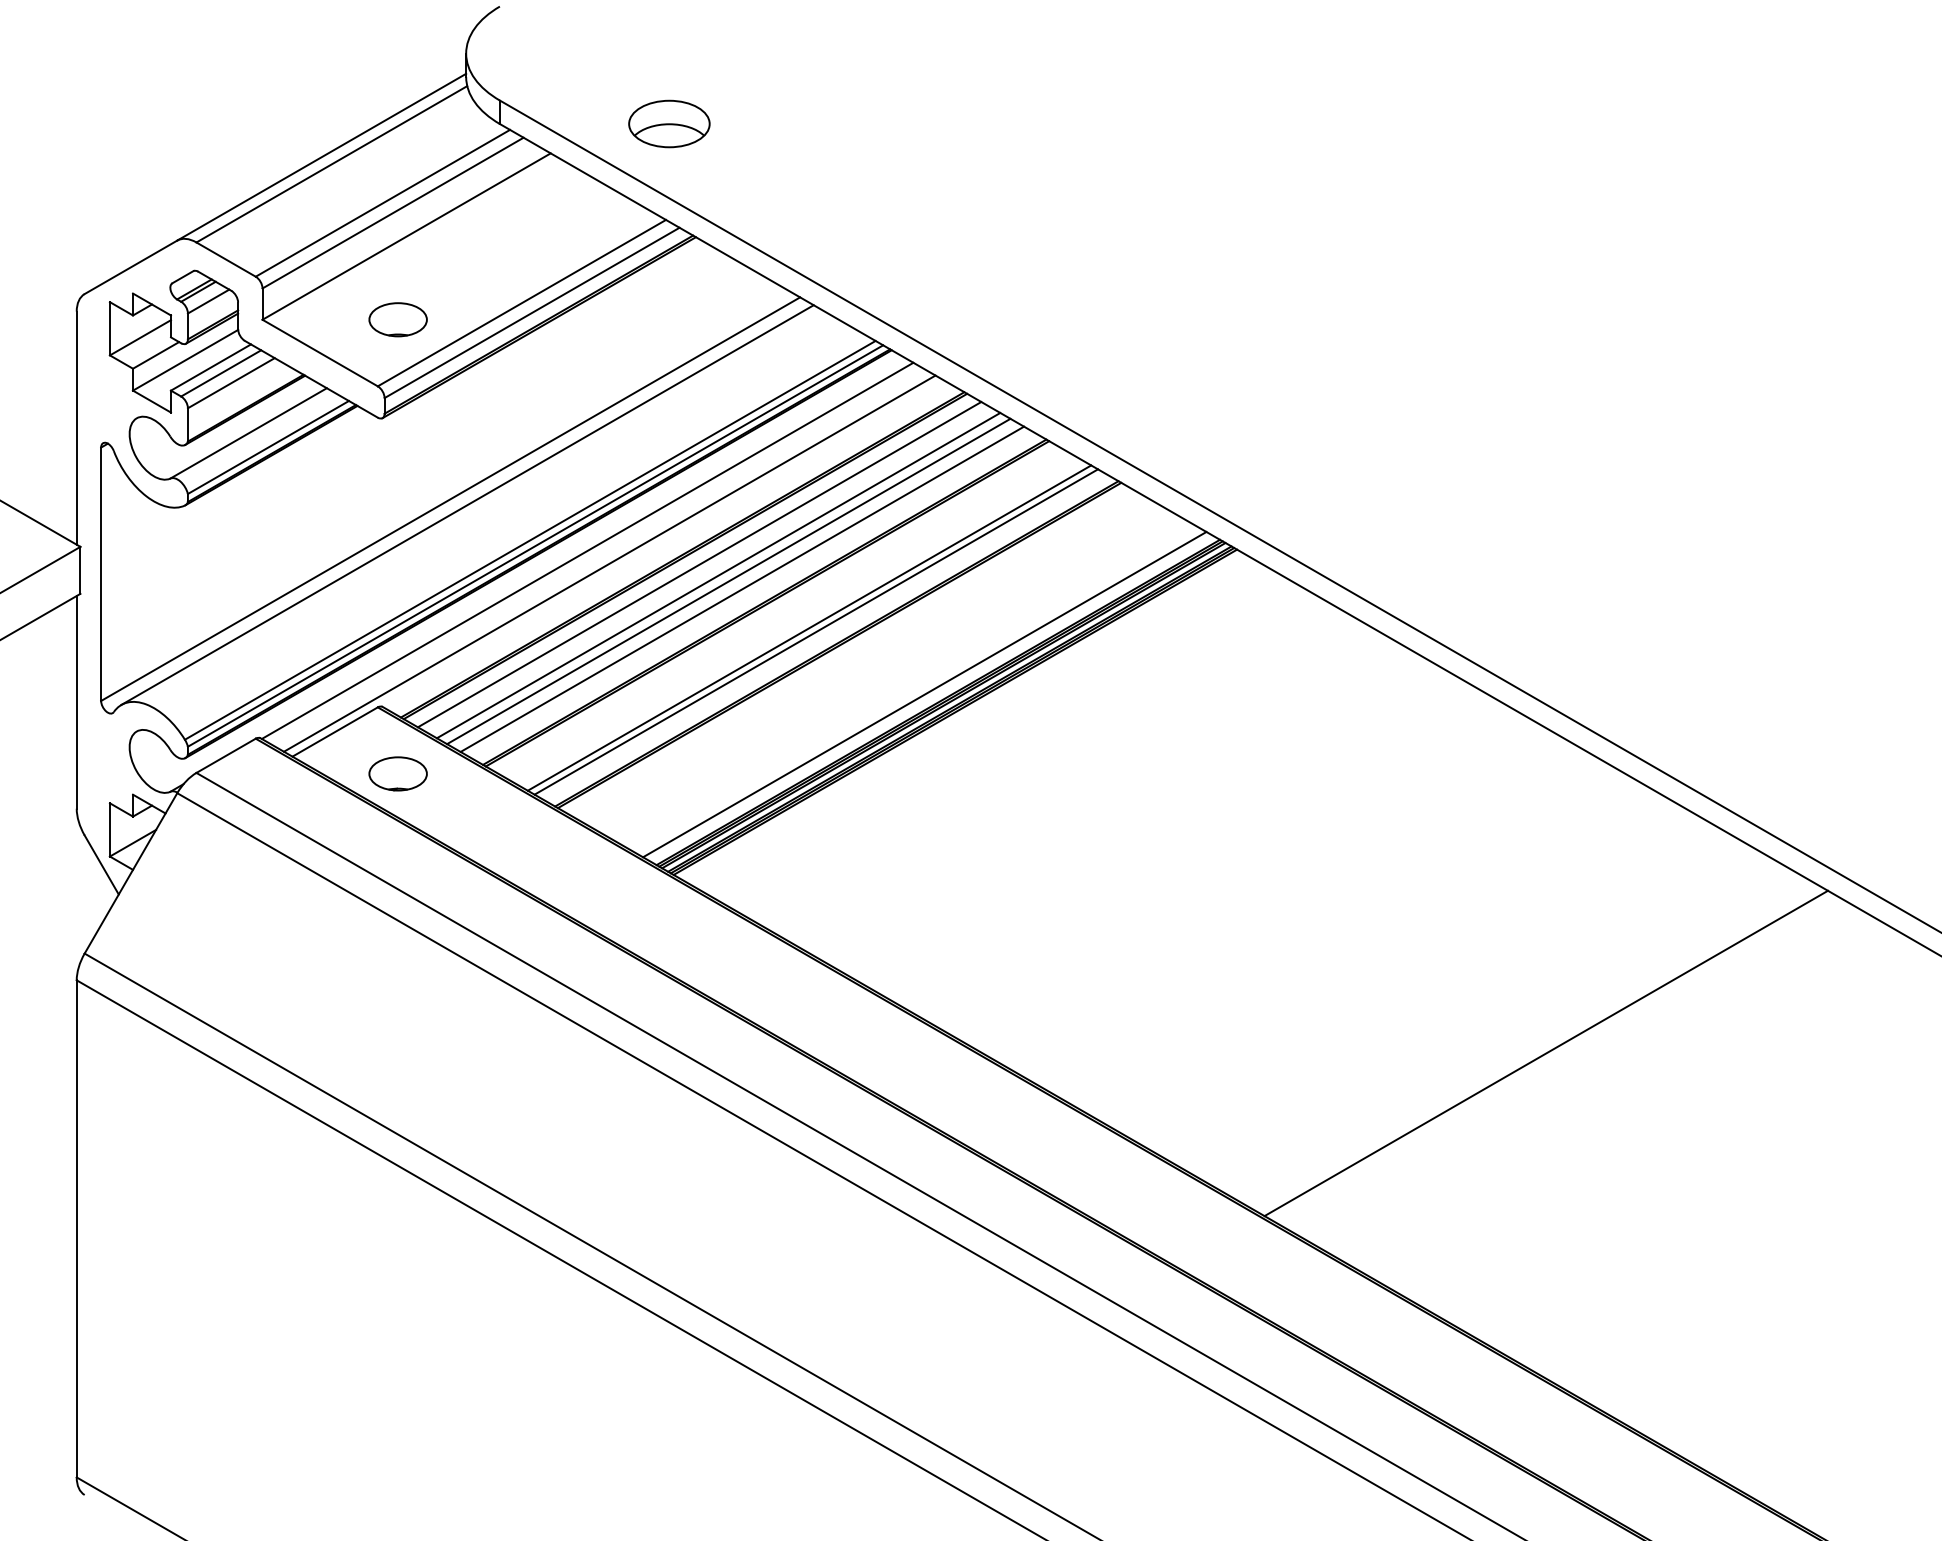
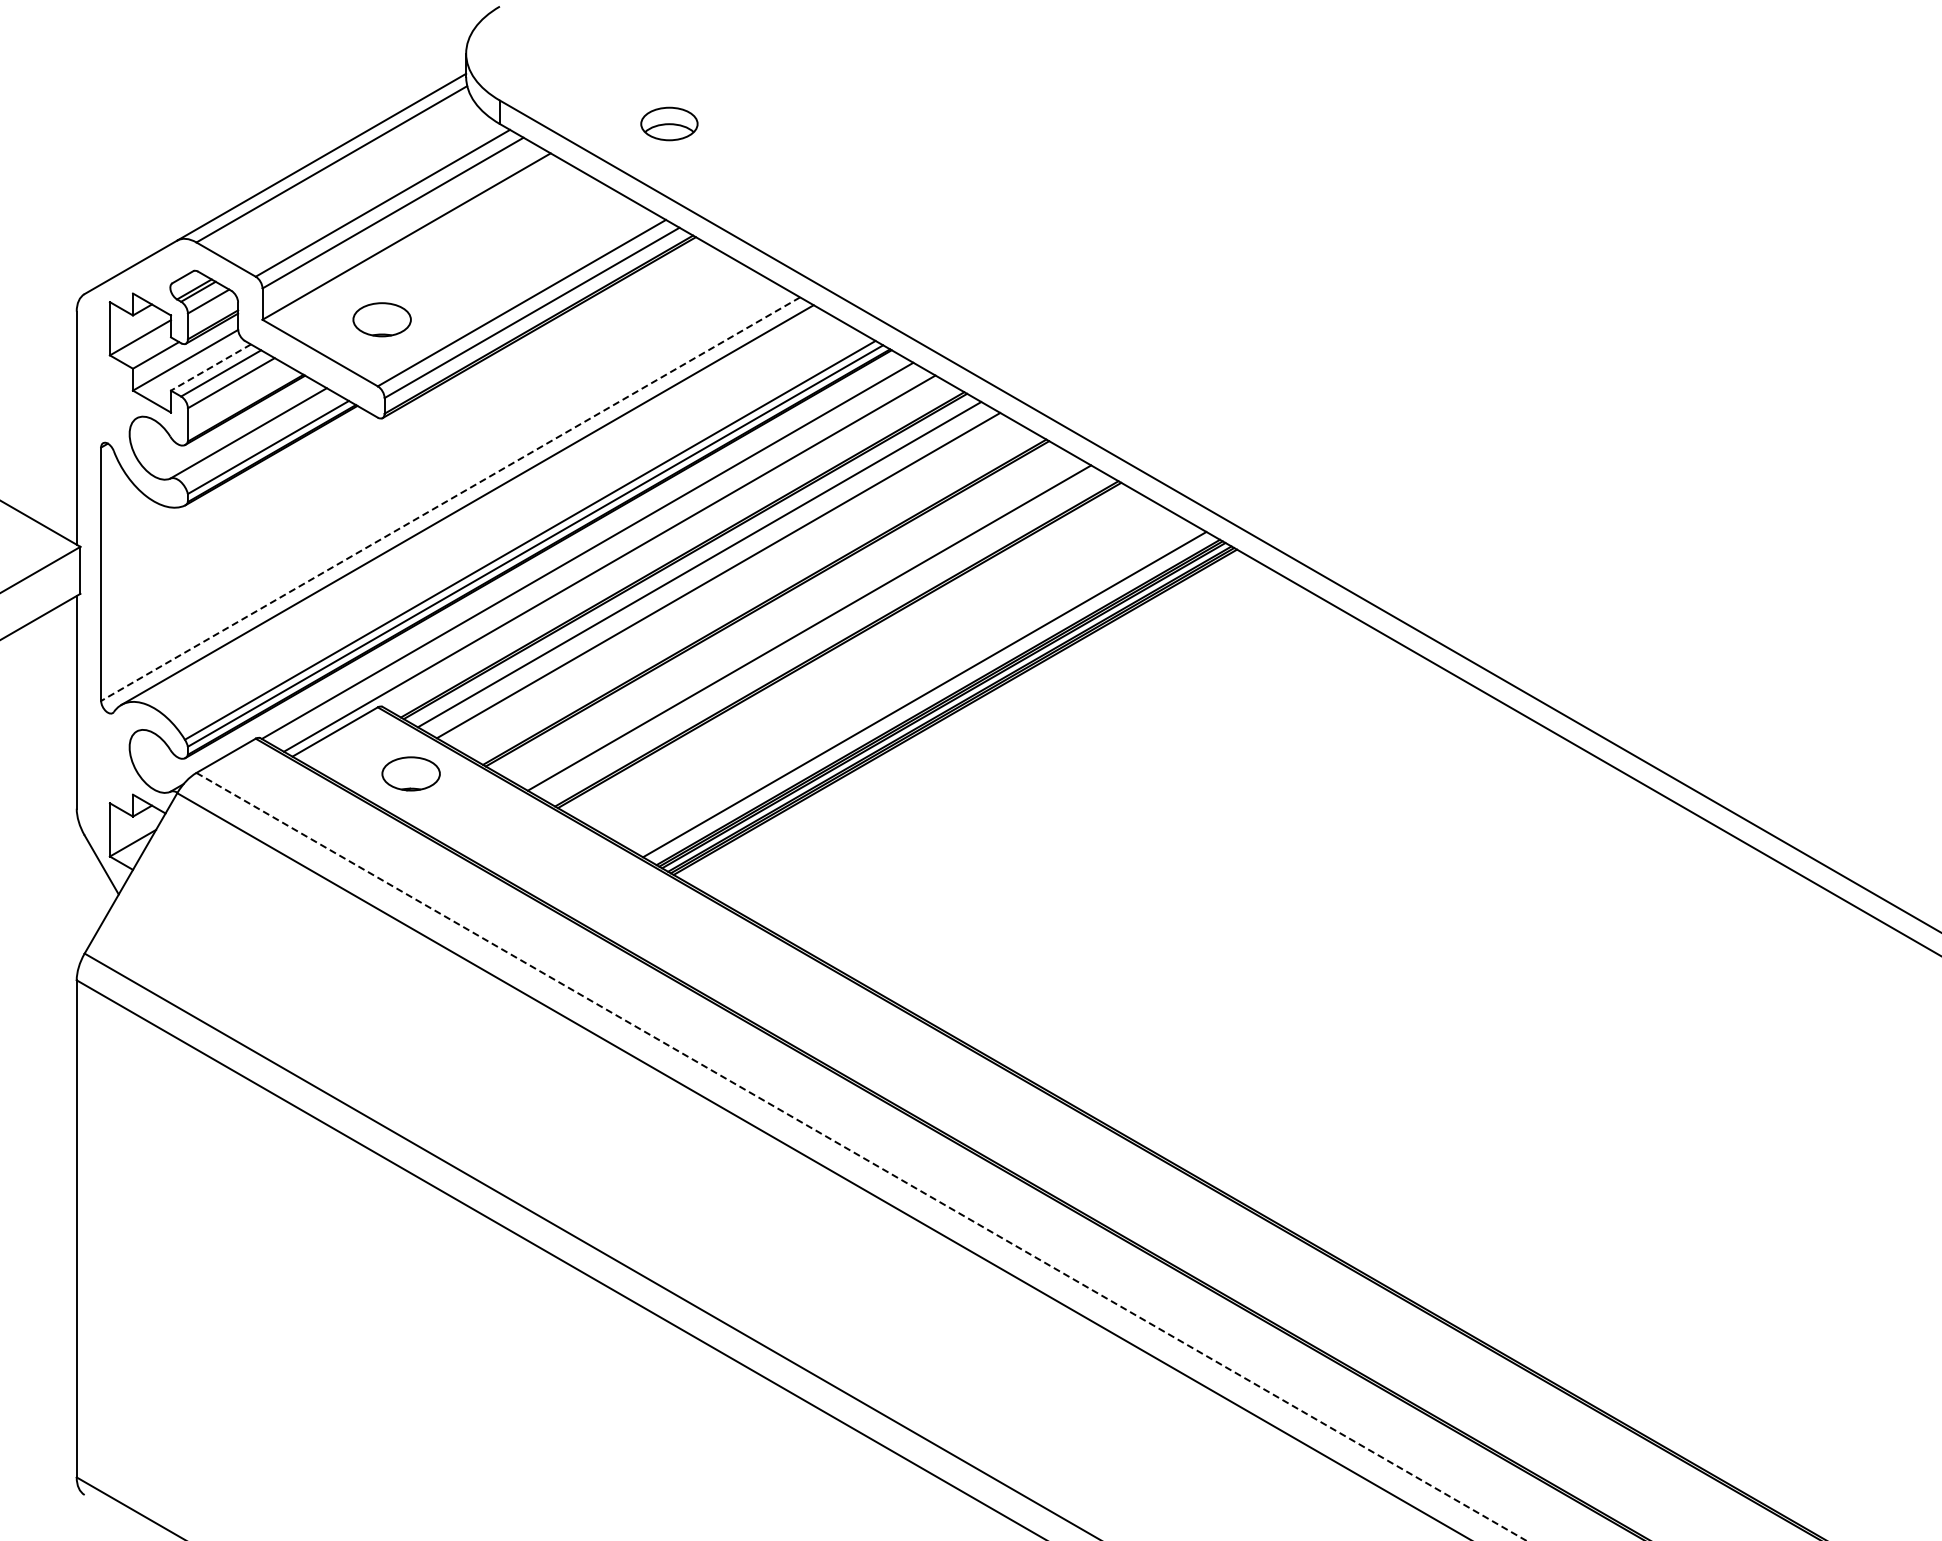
part at (669, 123) size: 83x50 px -> 59x36 px
part at (397, 319) position: (397, 319) -> (381, 319)
line at (210, 367): solid -> dashed
line at (450, 499): solid -> dashed
line at (728, 581): present -> none
line at (742, 588): present -> none
line at (816, 631): present -> none
part at (397, 773) position: (397, 773) -> (410, 773)
line at (1545, 1053): present -> none
line at (861, 1156): solid -> dashed
